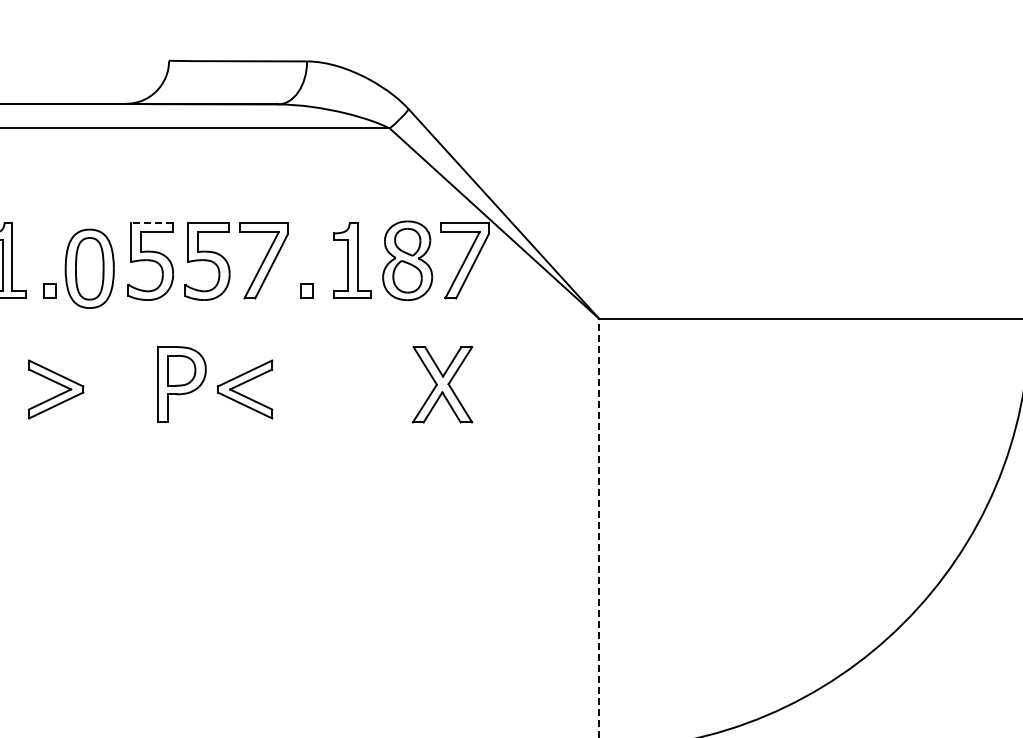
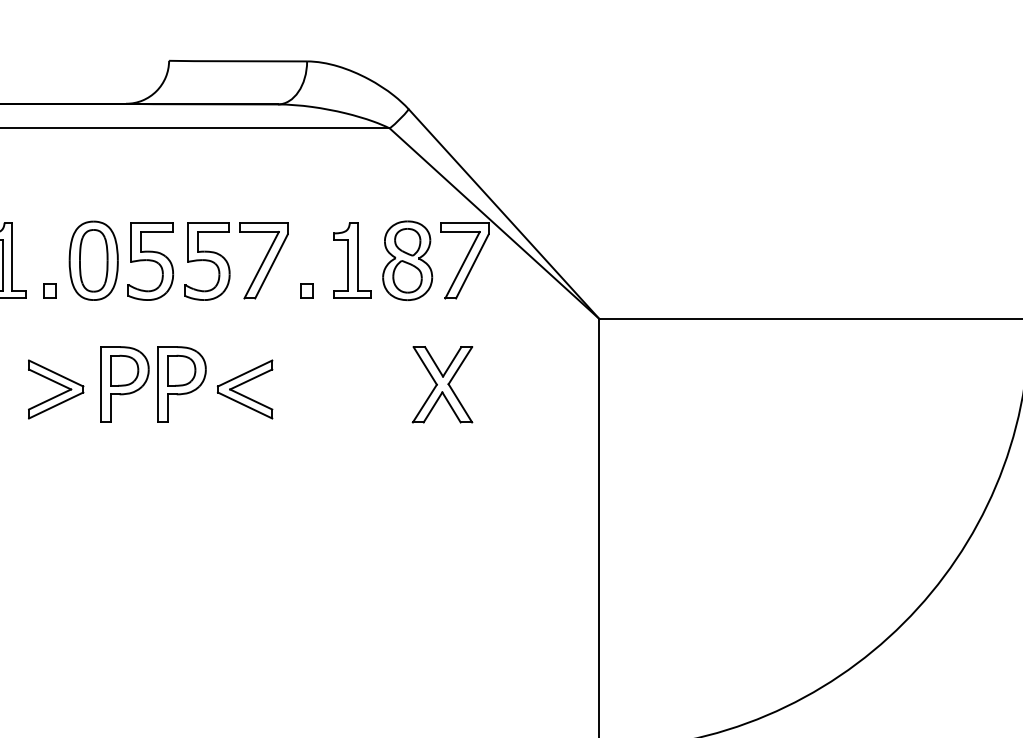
line at (152, 223): dashed -> solid
part at (89, 268) position: (89, 268) -> (93, 260)
part at (124, 384): none -> present
line at (599, 527): dashed -> solid
